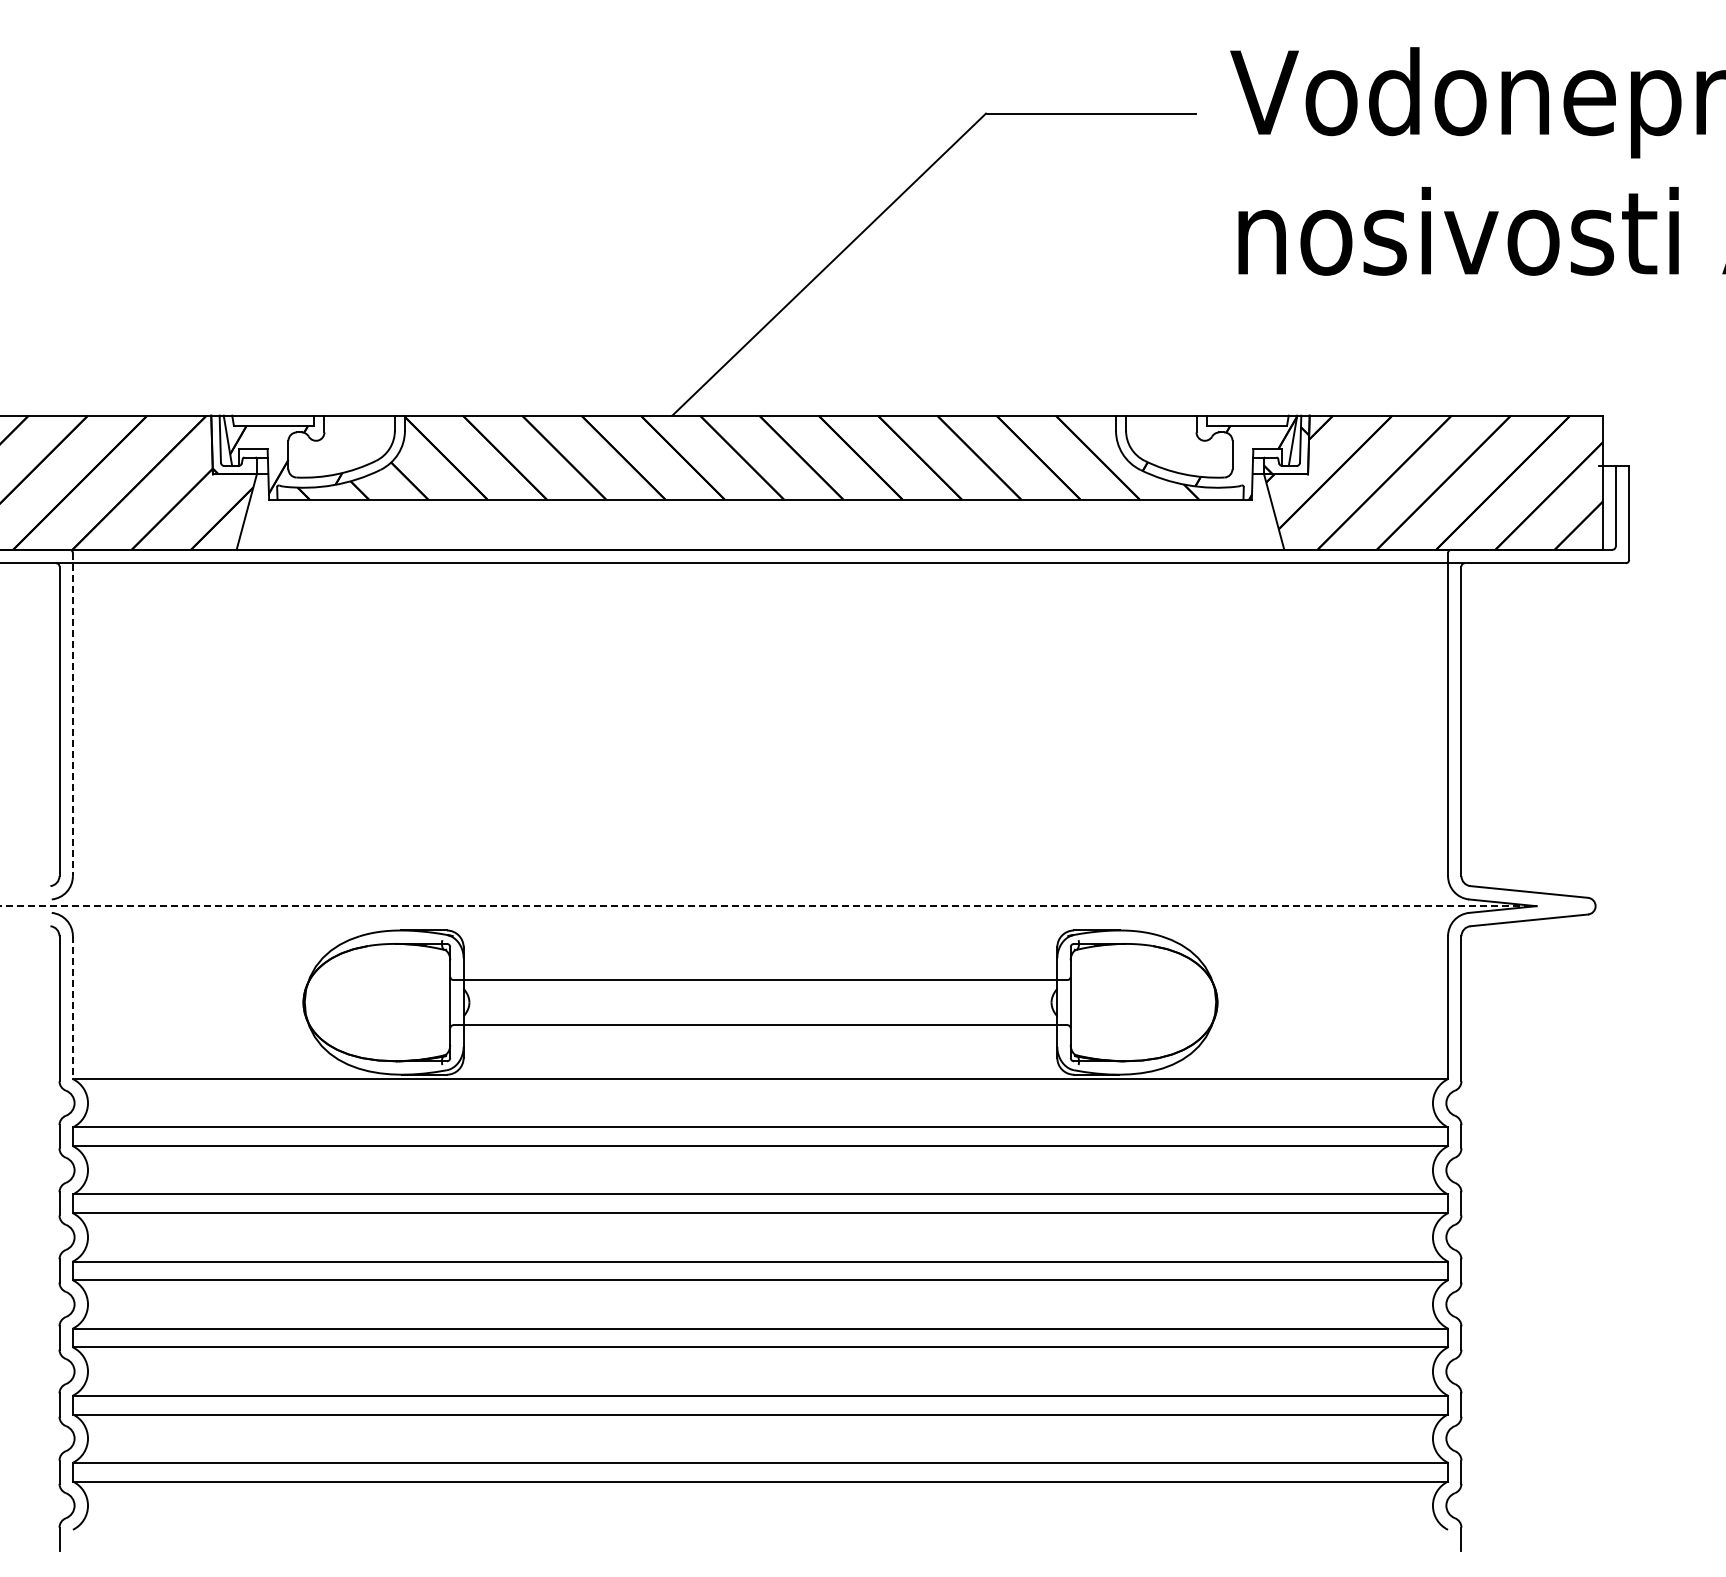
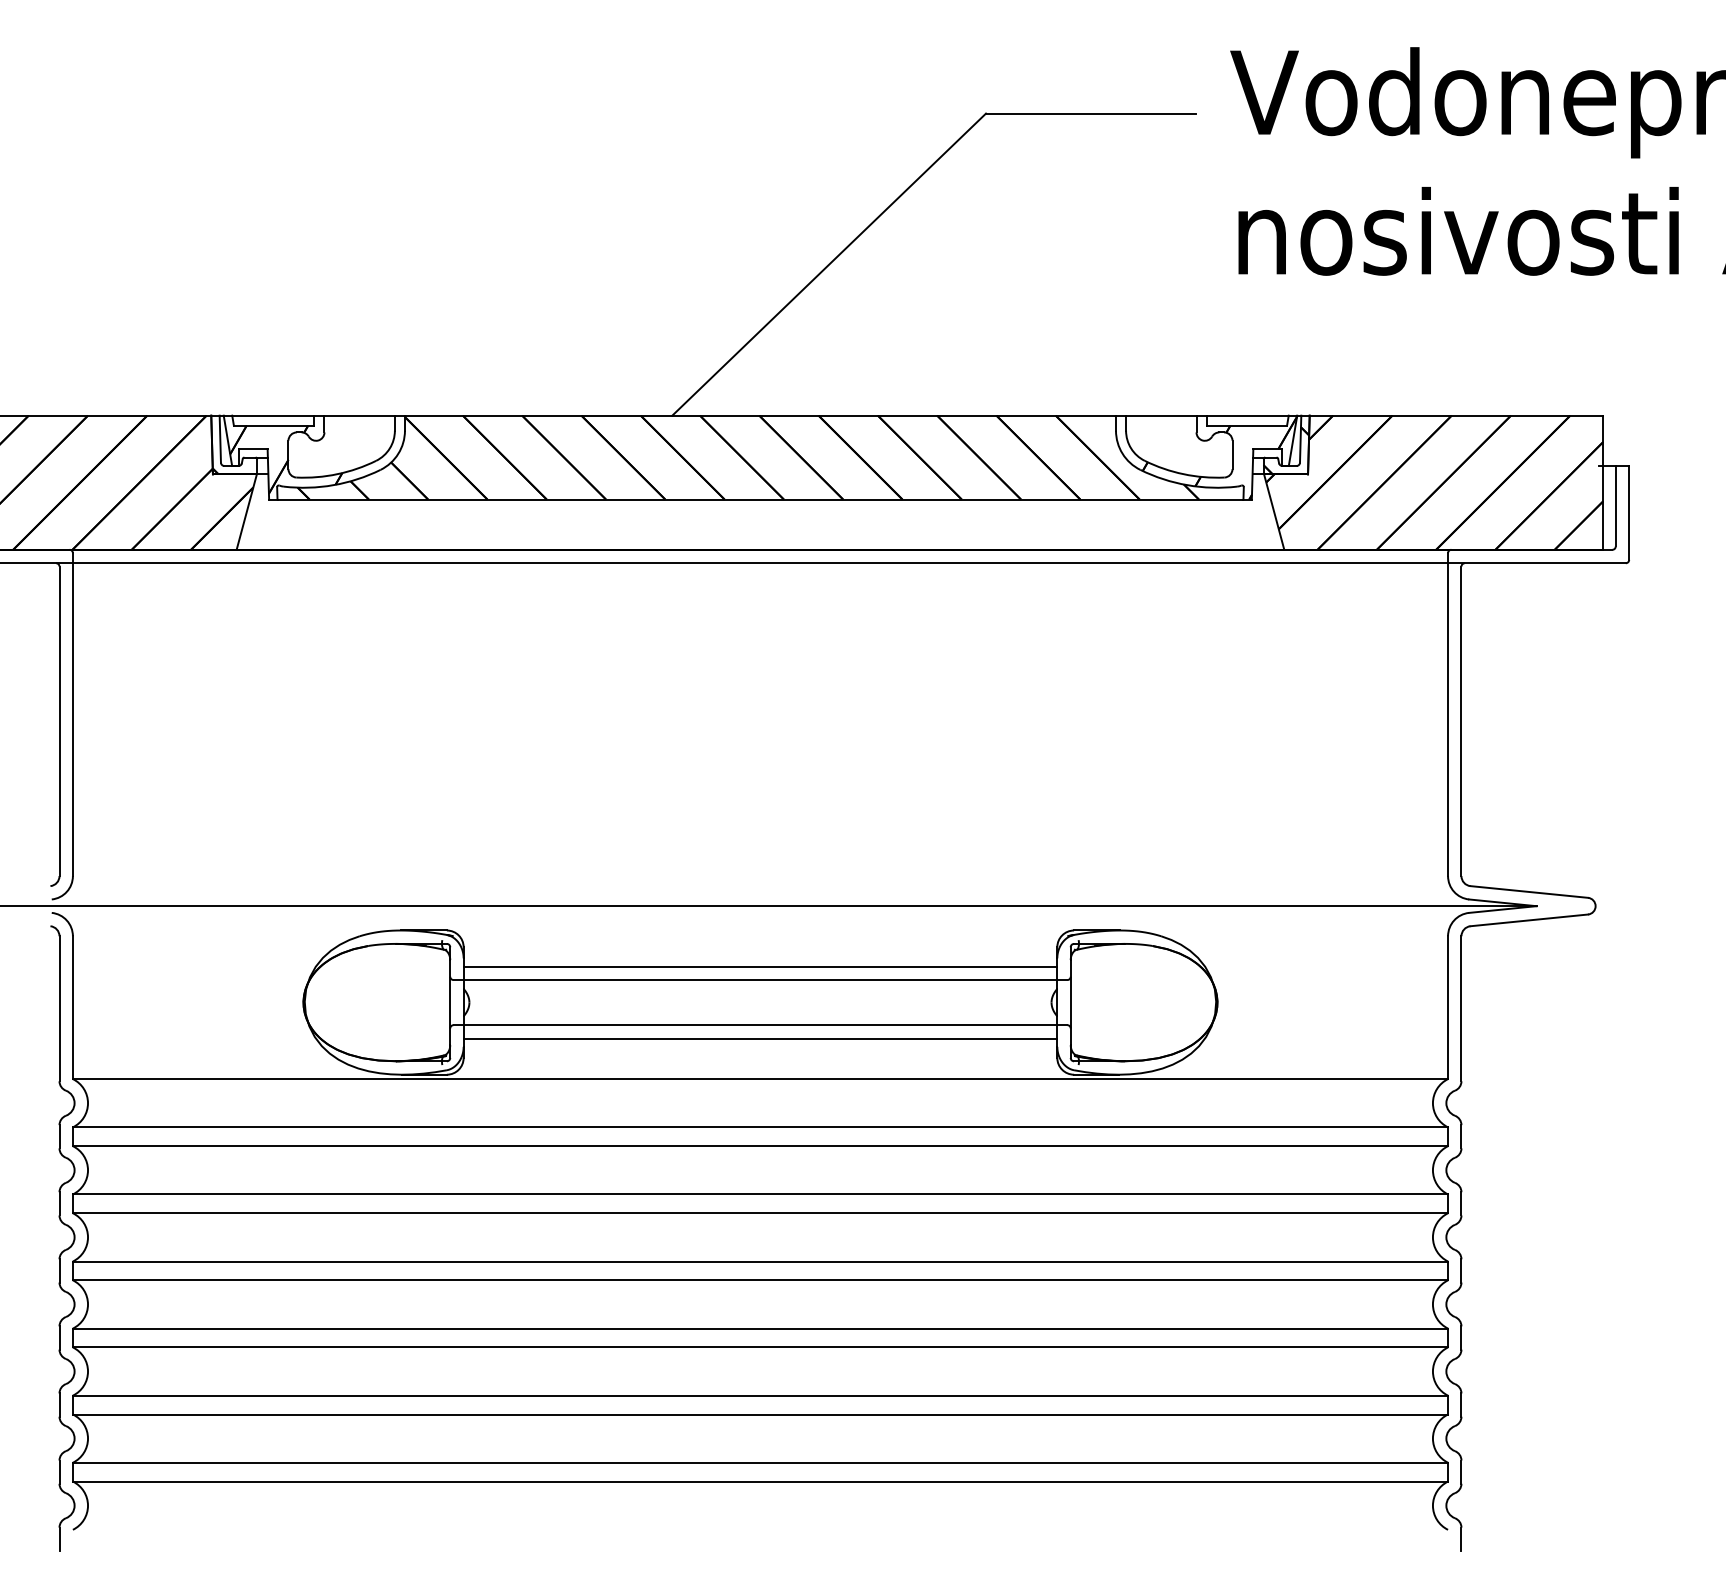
line at (72, 715): dashed -> solid
line at (768, 906): dashed -> solid
line at (760, 966): none -> present
line at (72, 1008): dashed -> solid
line at (760, 1038): none -> present
